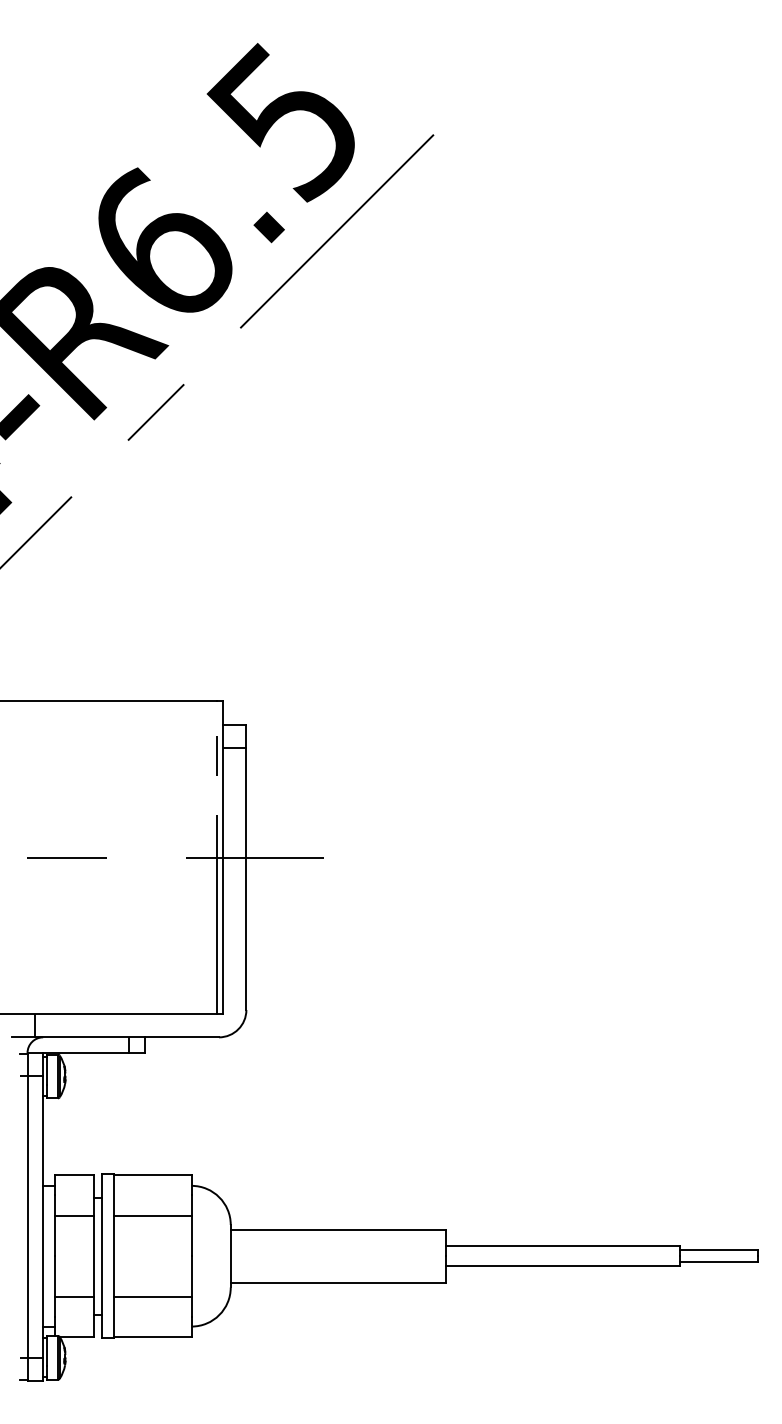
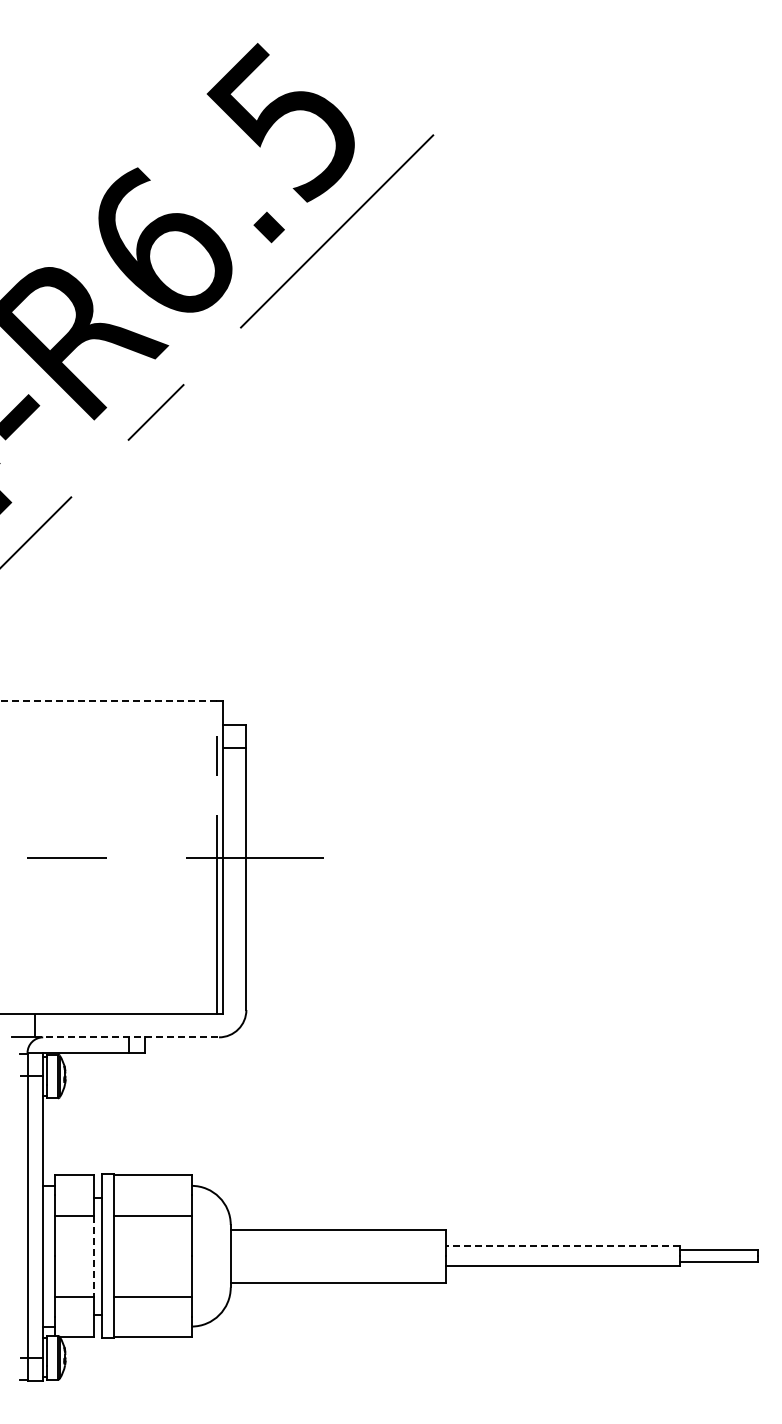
line at (108, 701): solid -> dashed
line at (127, 1037): solid -> dashed
line at (562, 1246): solid -> dashed
line at (93, 1256): solid -> dashed
